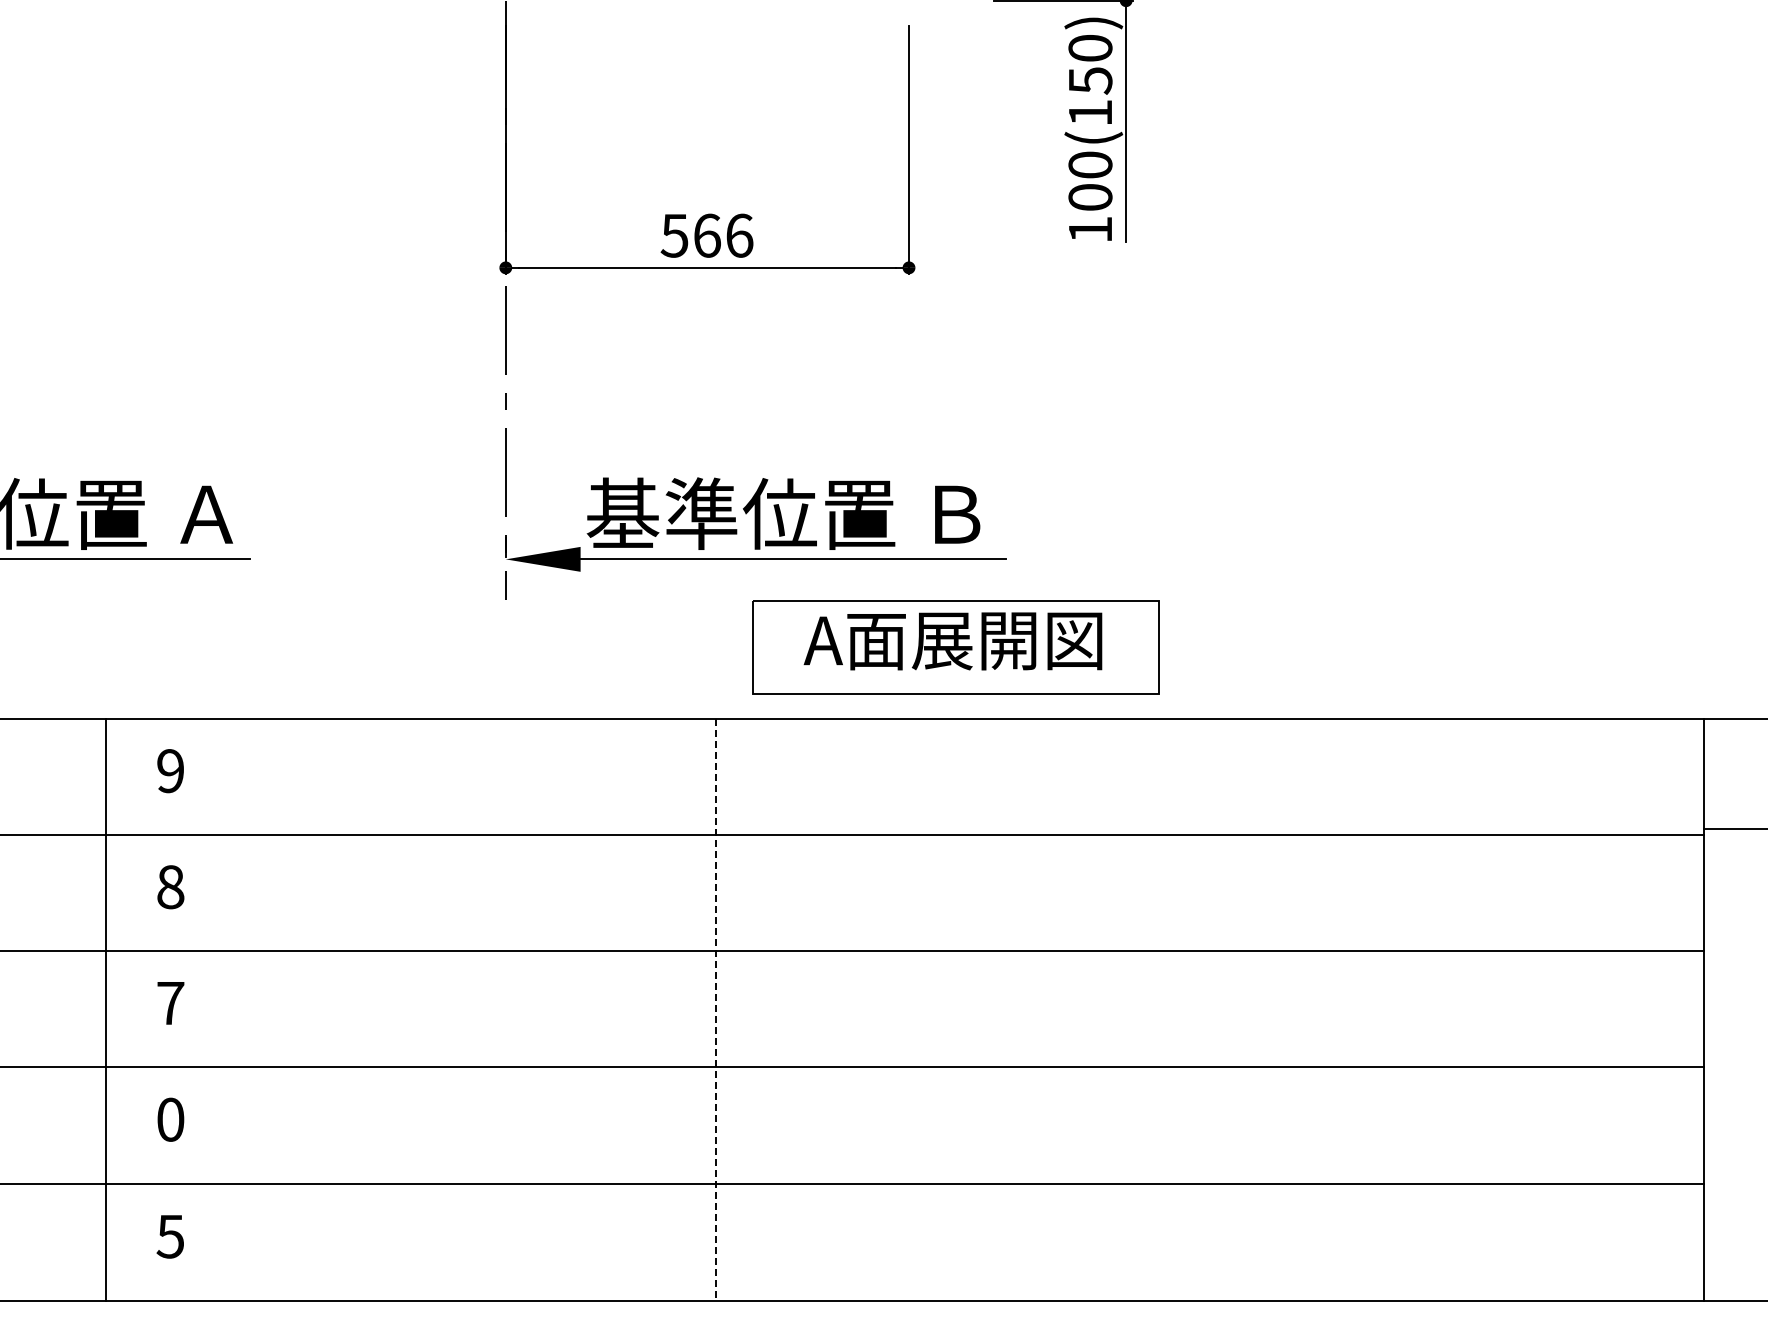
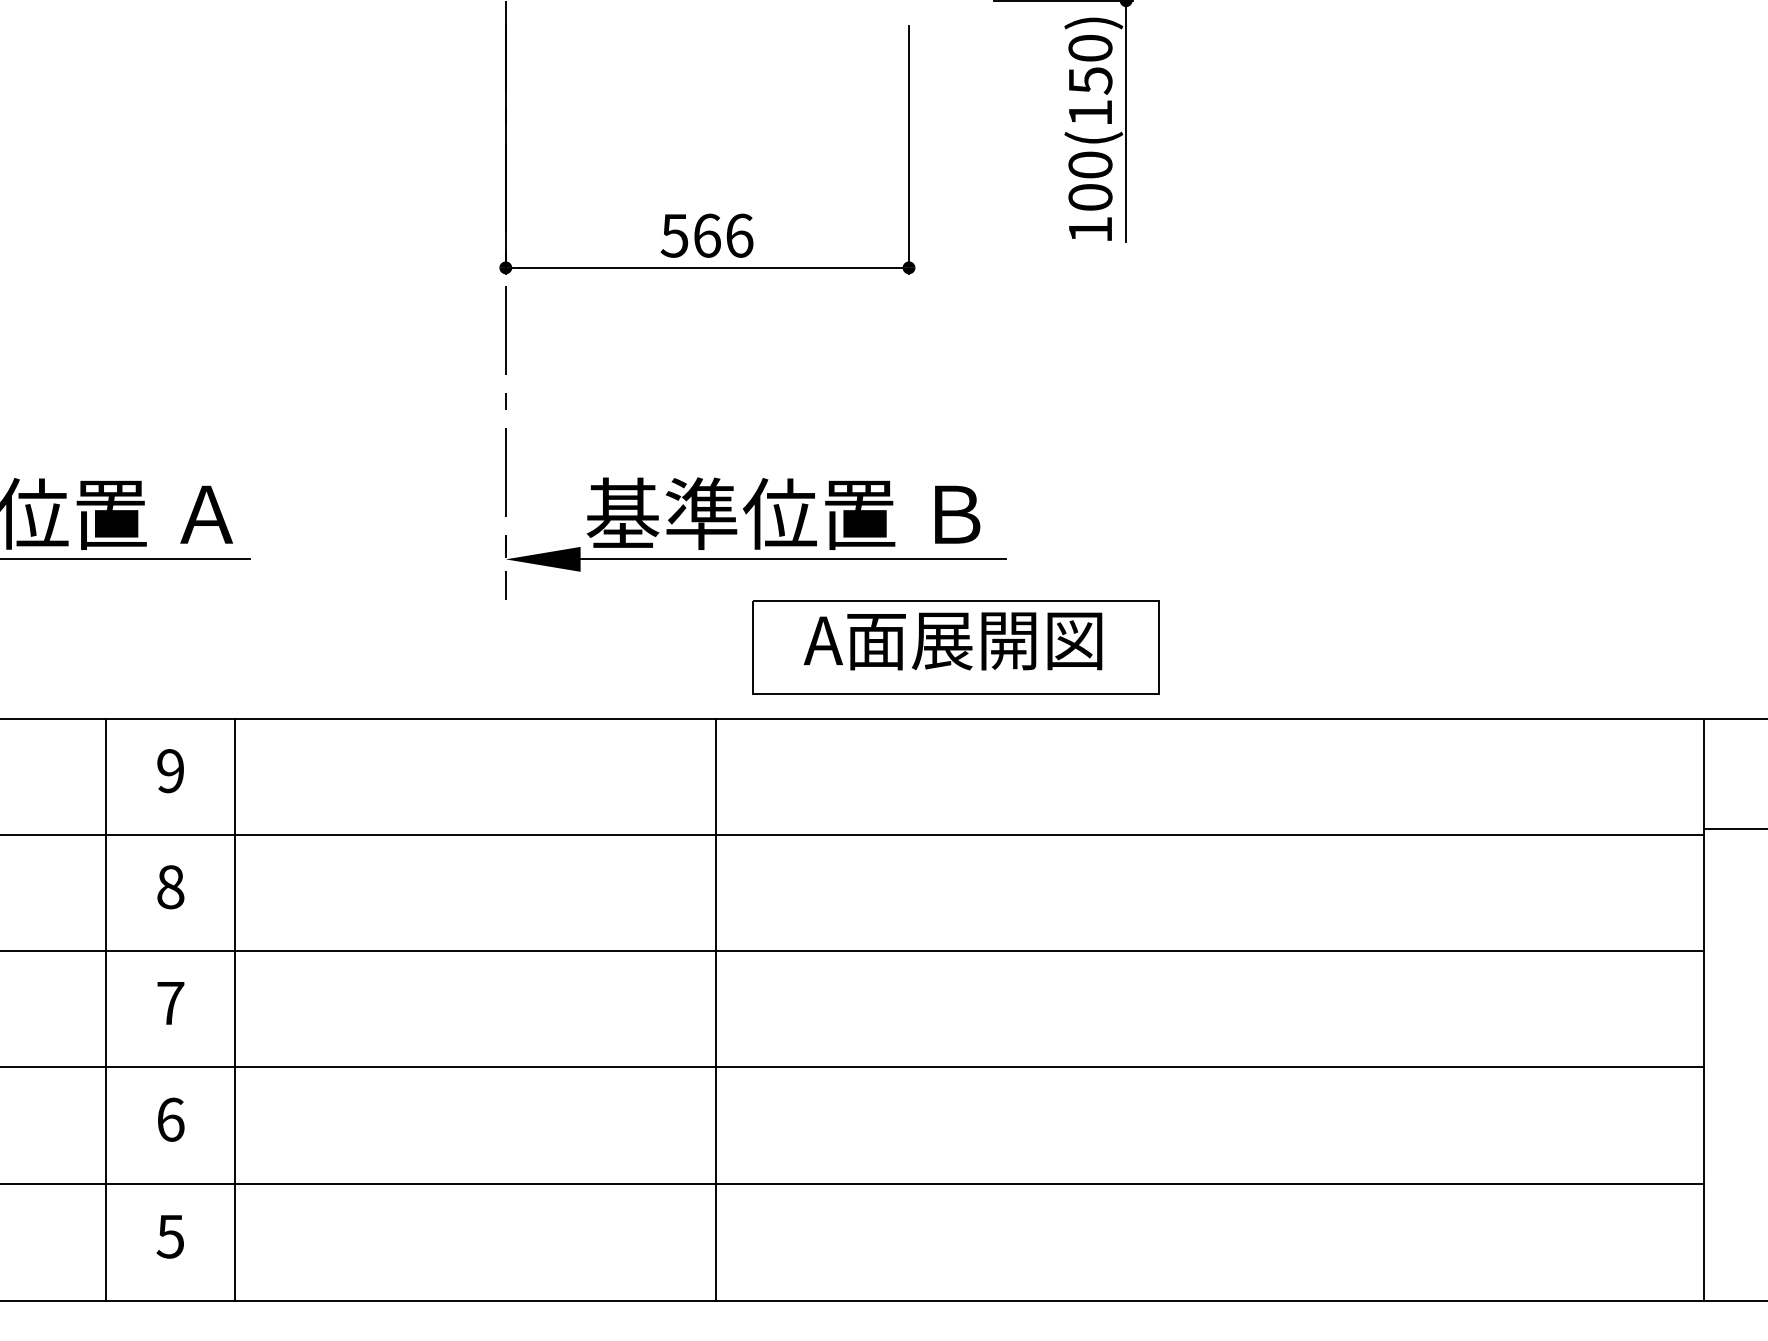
line at (235, 1009): none -> present
line at (715, 1009): dashed -> solid
text at (170, 1119): 0 -> 6
